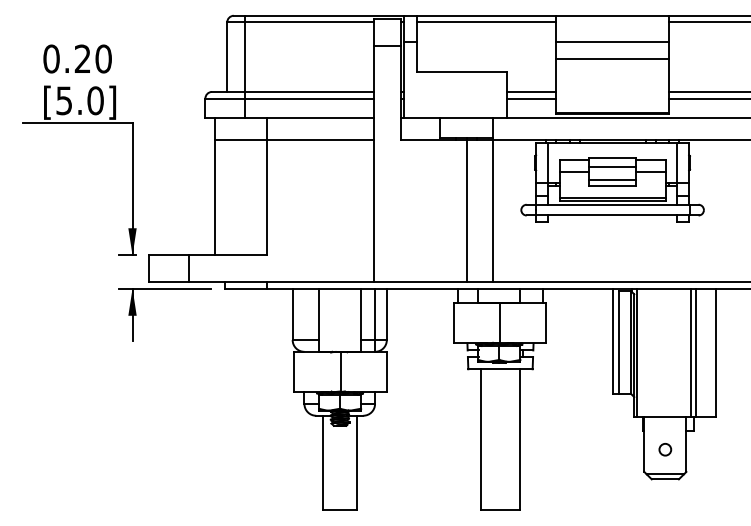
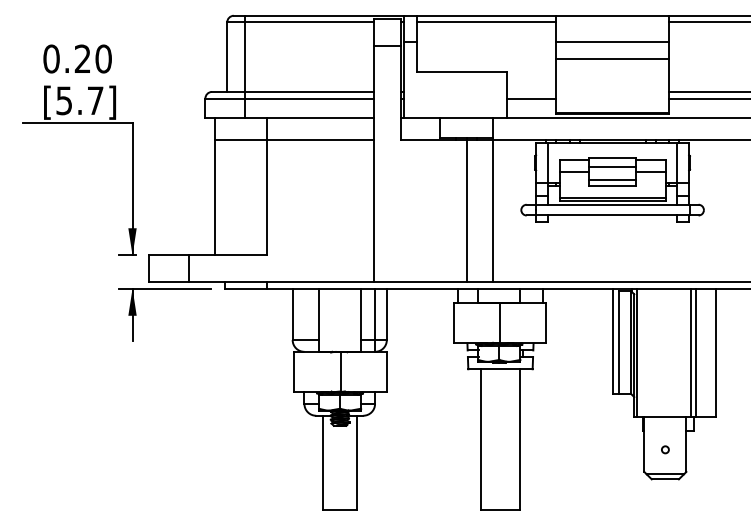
line at (531, 91): present -> none
text at (95, 100): [5.0] -> [5.7]
circle at (665, 449) size: 15x14 px -> 9x10 px
